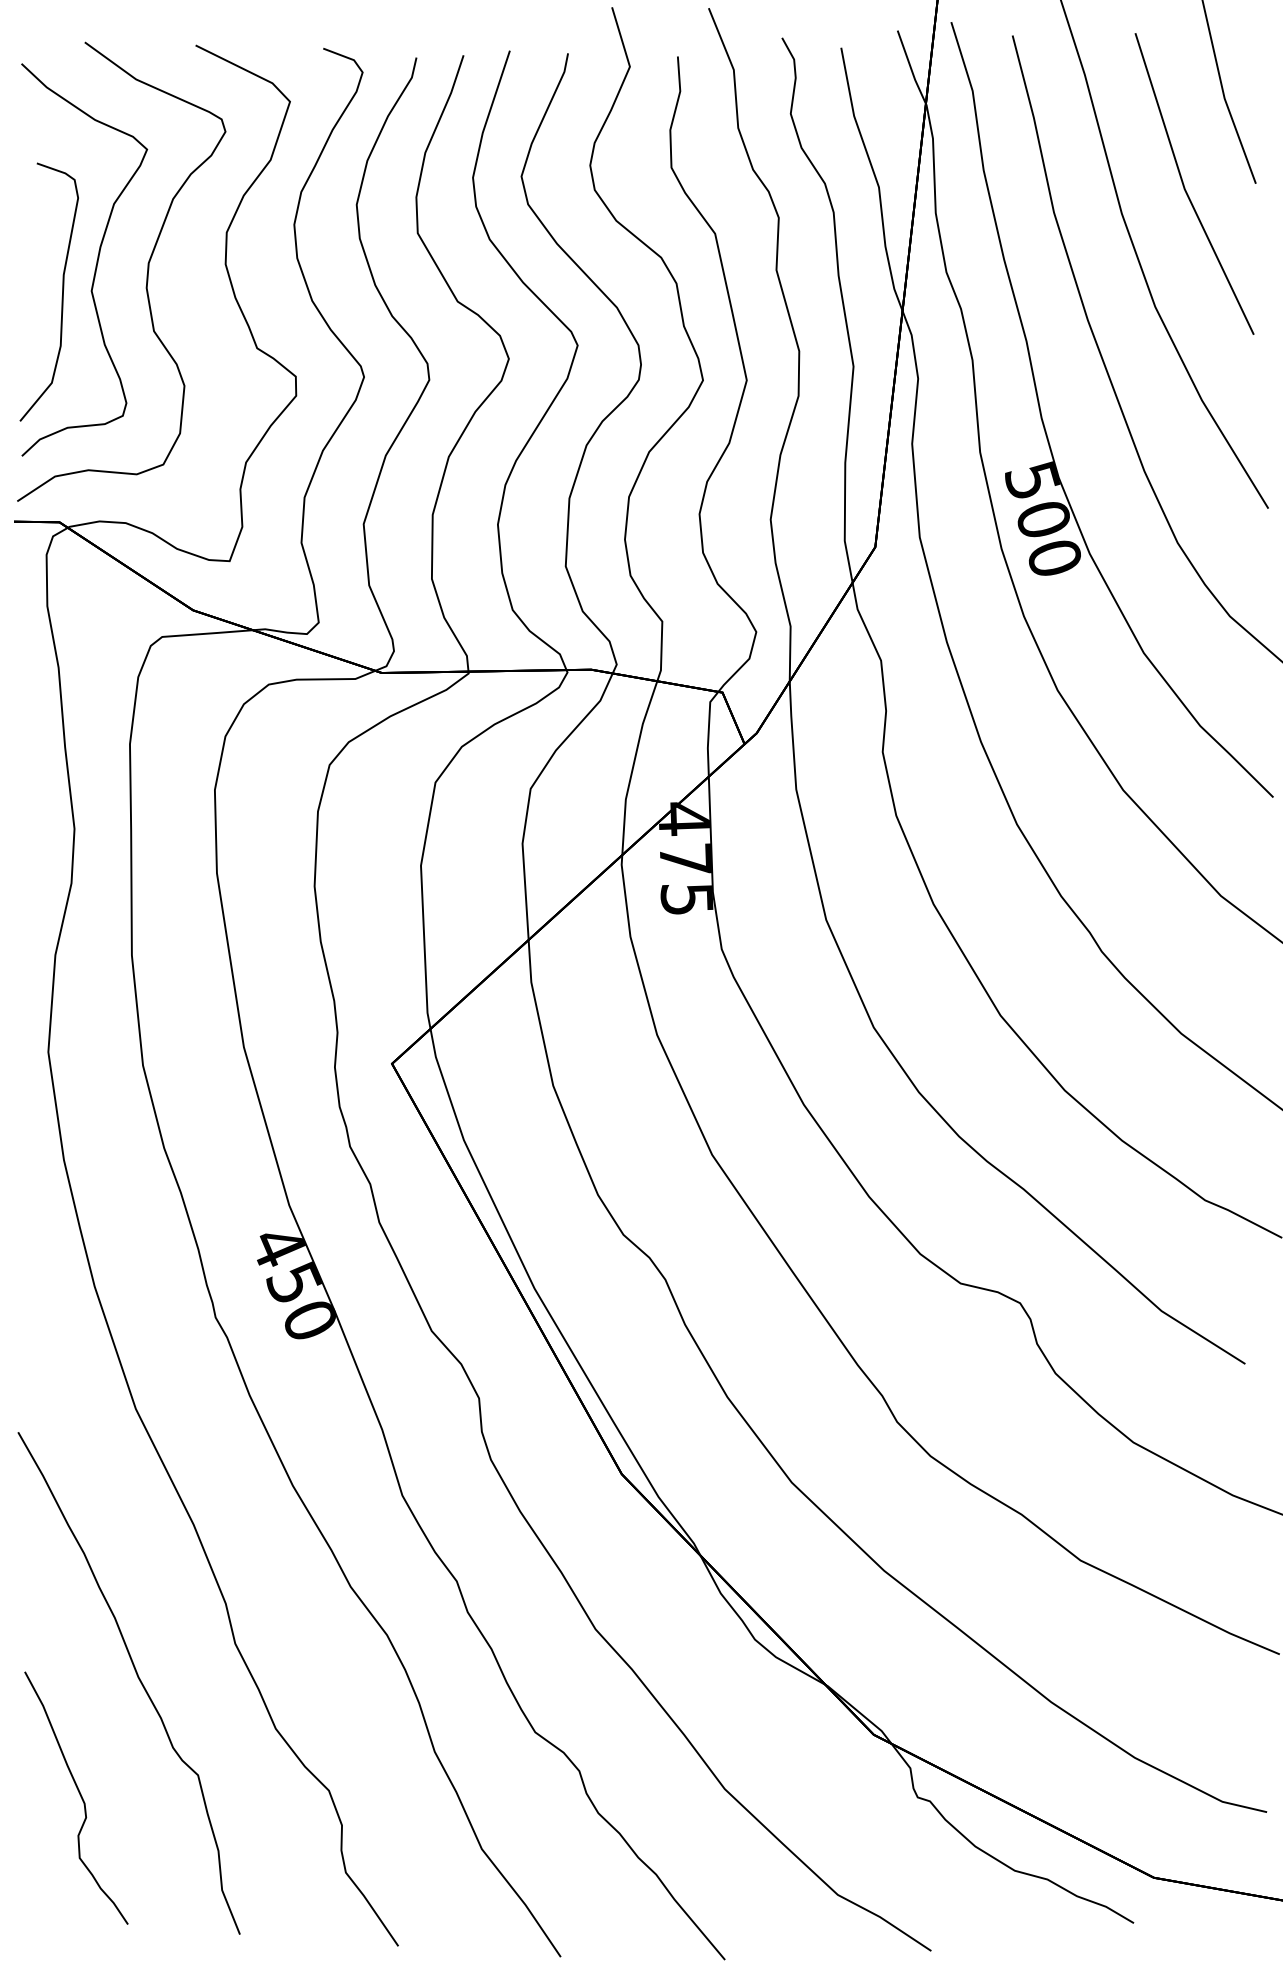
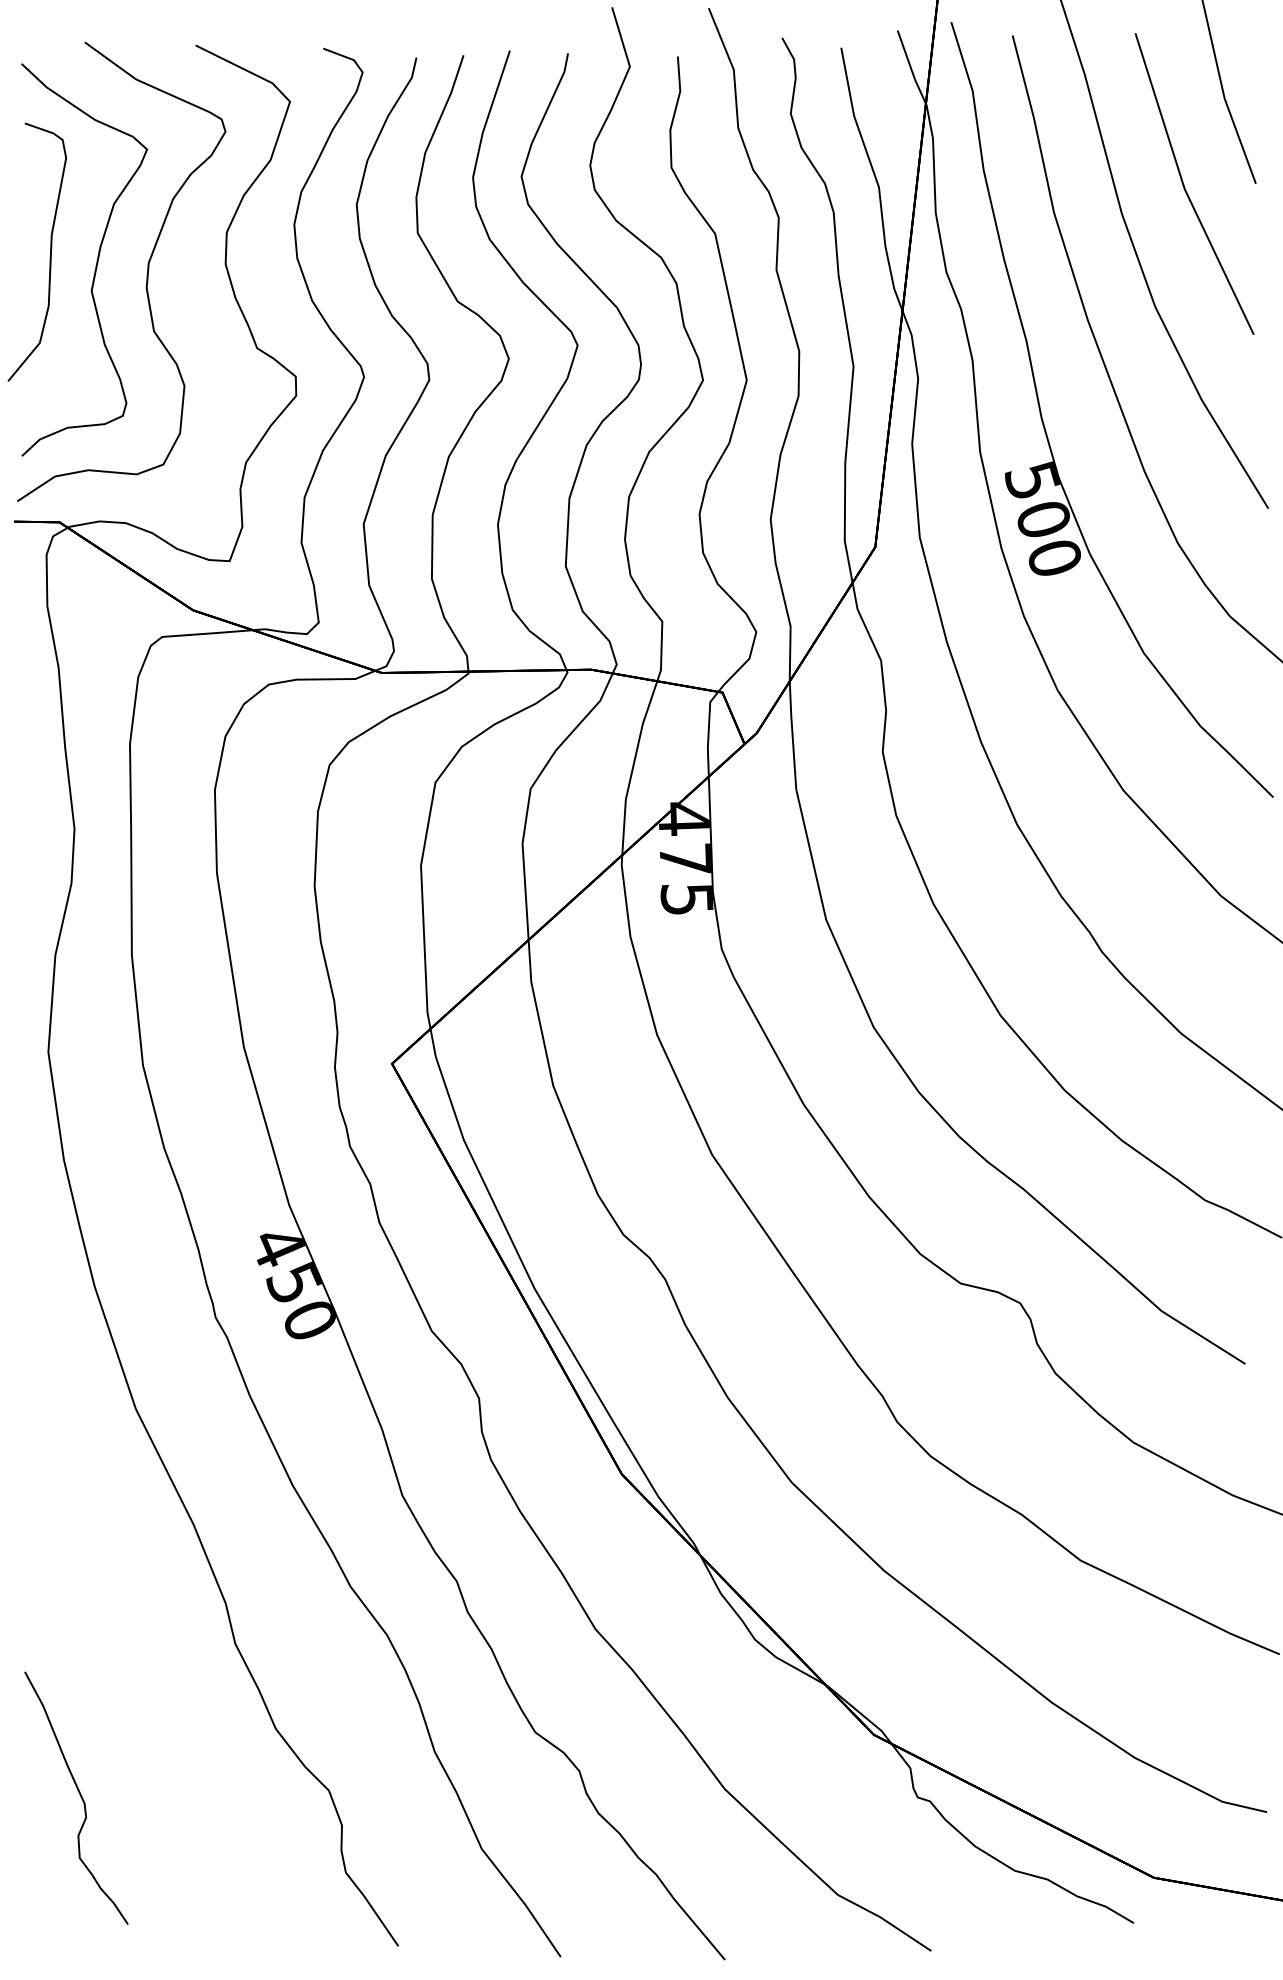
part at (62, 291) position: (62, 291) -> (50, 251)
curve at (138, 1679): present -> none
